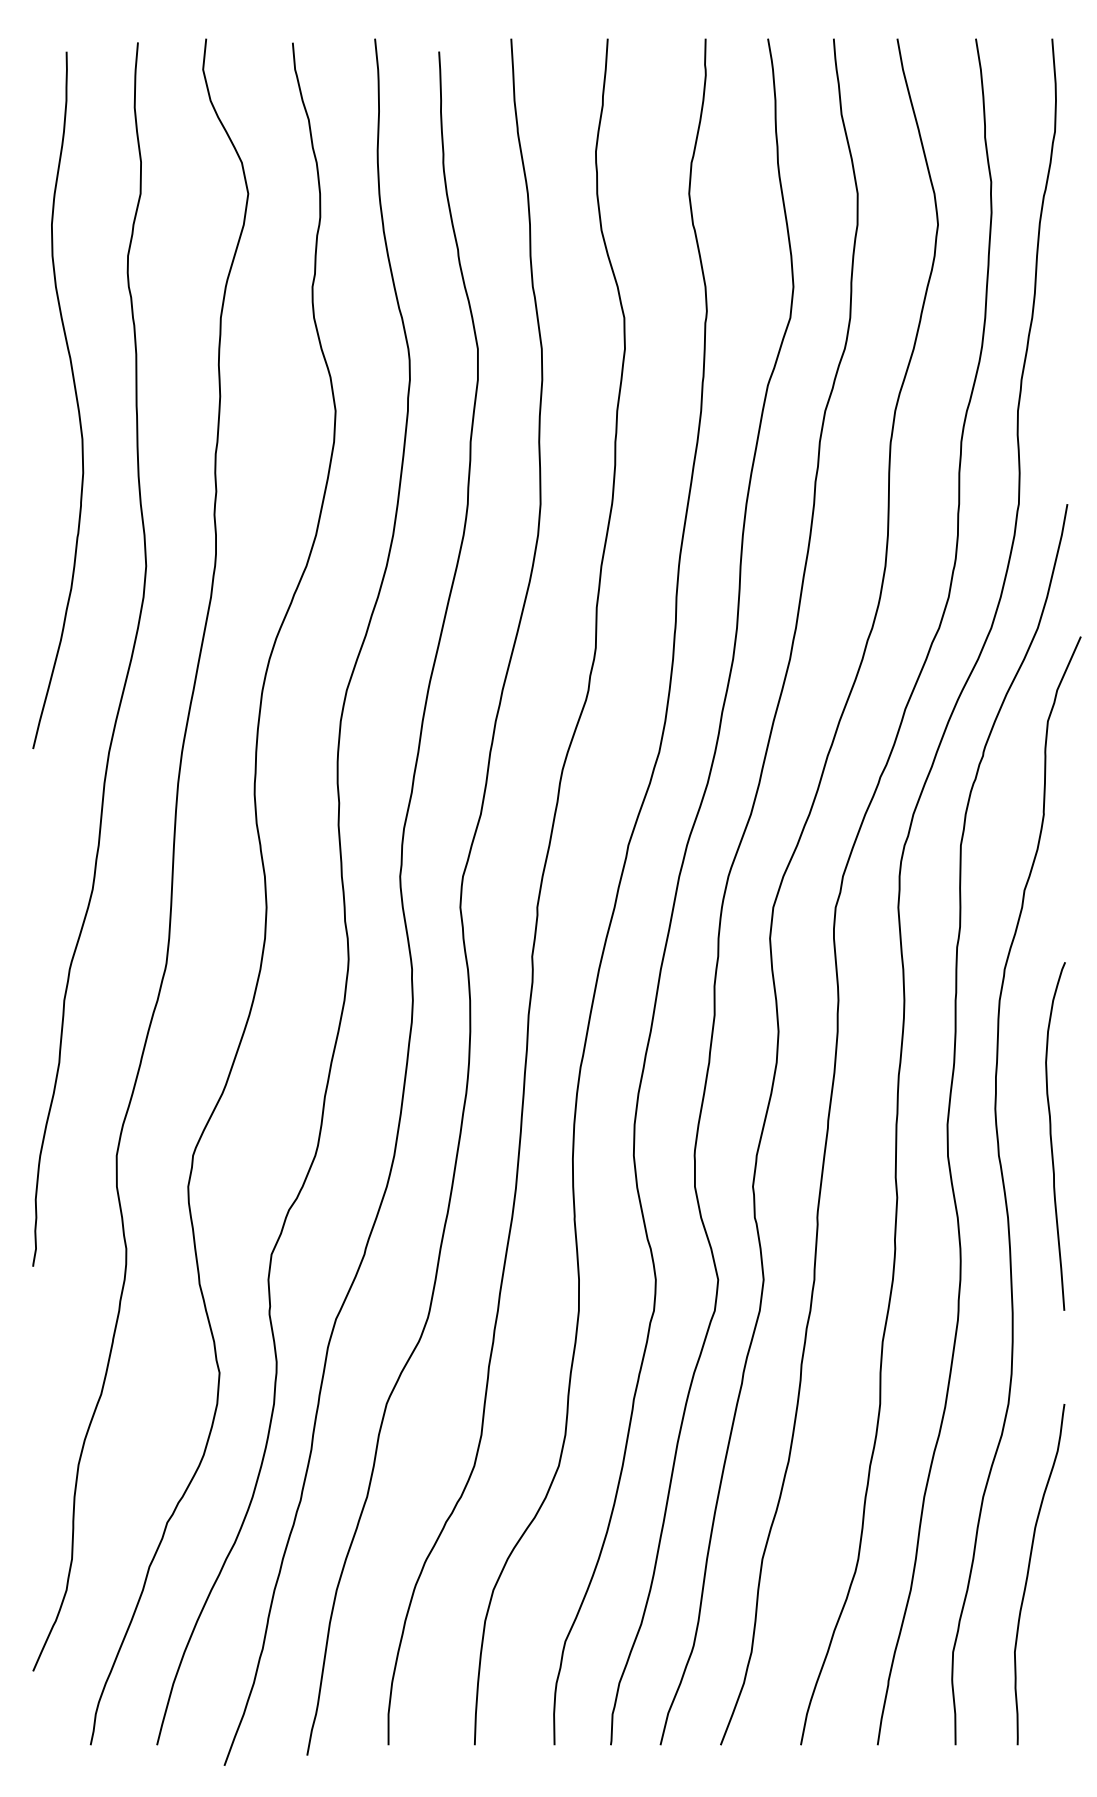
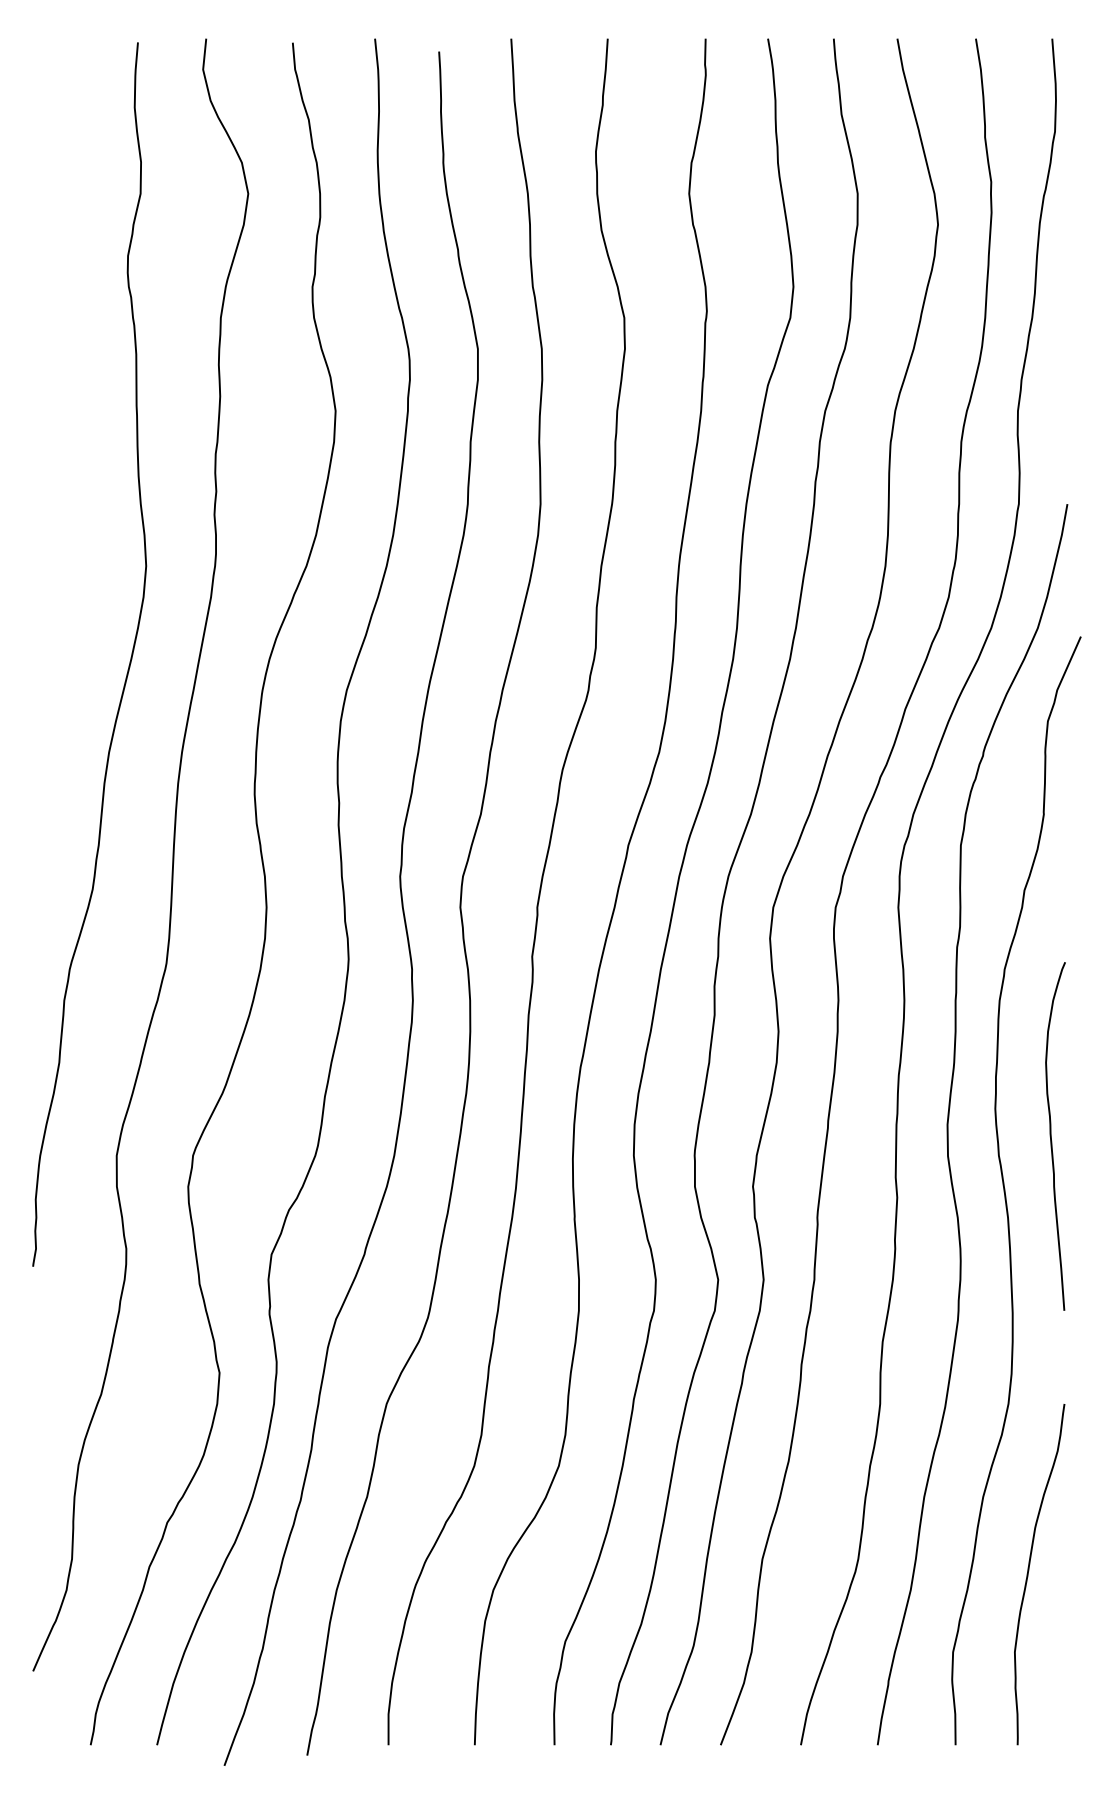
curve at (75, 397): present -> none
